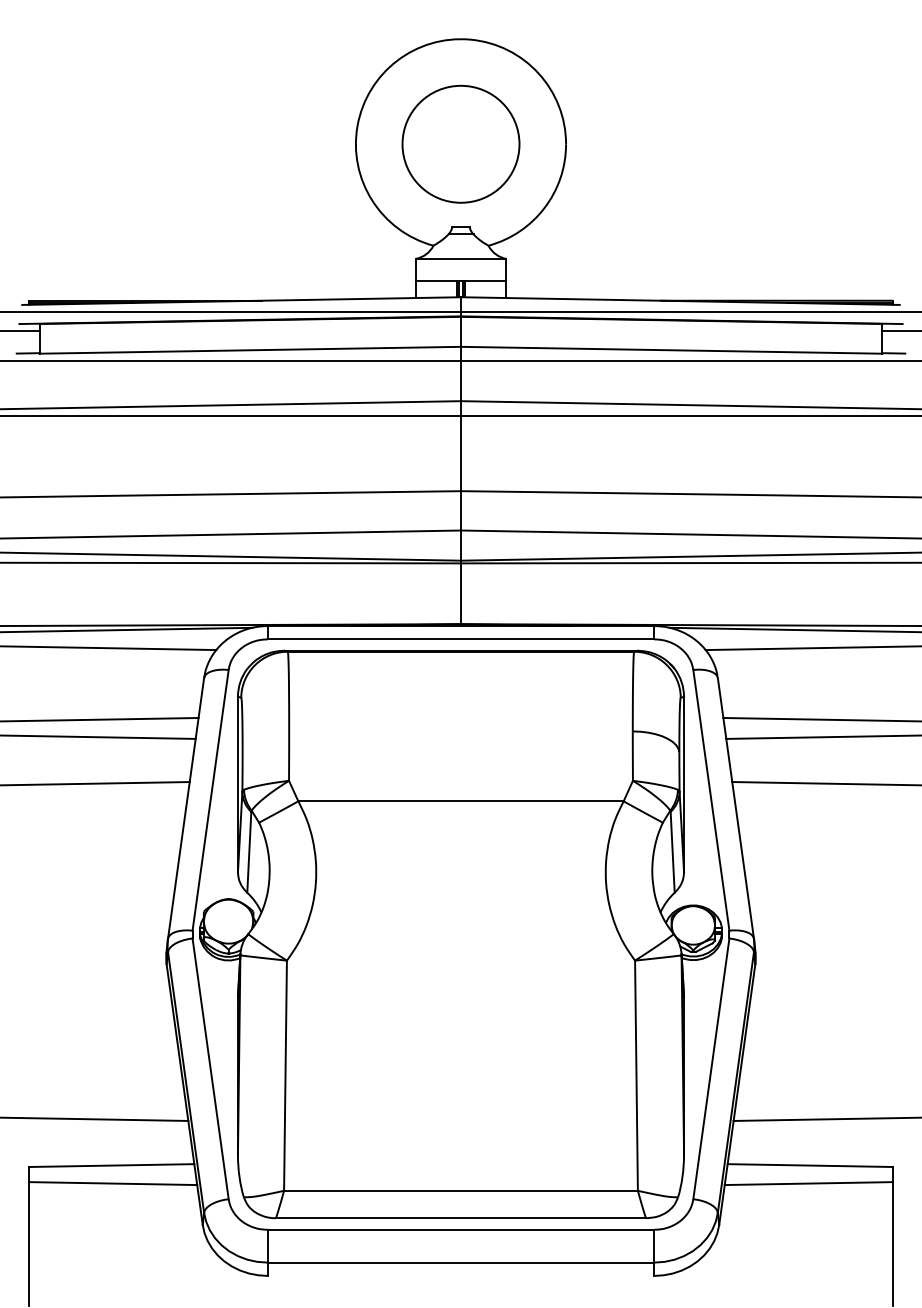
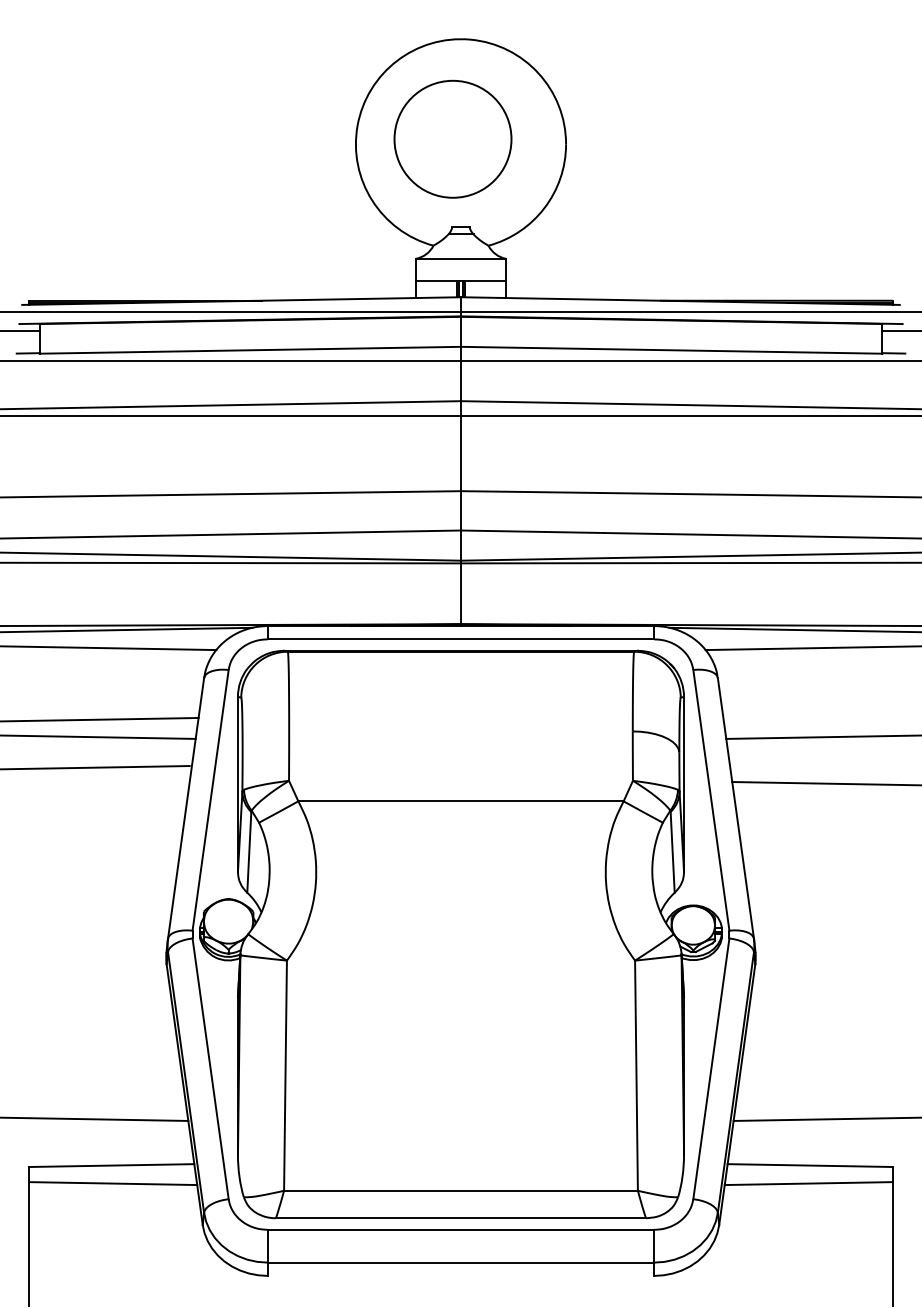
circle at (460, 143) position: (460, 143) -> (452, 138)
line at (820, 719): present -> none
line at (95, 783) position: (95, 783) -> (95, 767)
